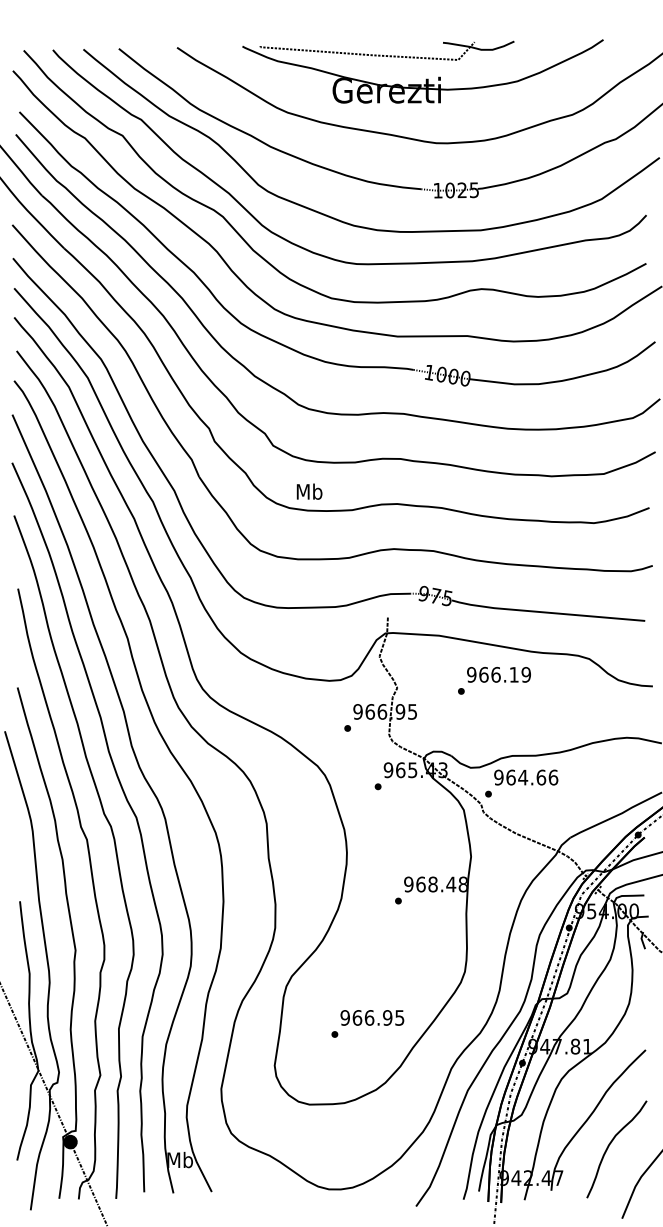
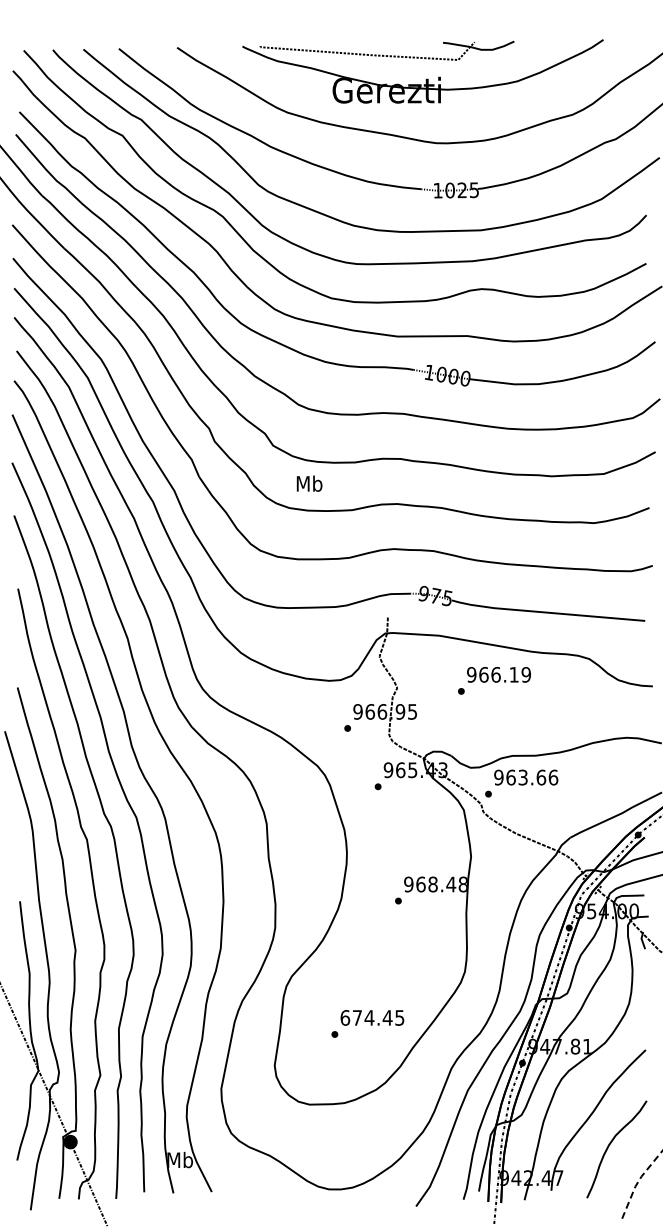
text at (309, 491) position: (309, 491) -> (309, 483)
text at (523, 777): 964.66 -> 963.66
text at (366, 1017): 966.95 -> 674.45
line at (638, 1181): solid -> dashed
